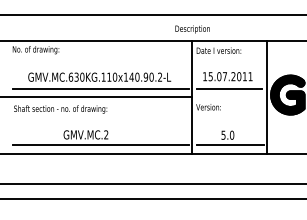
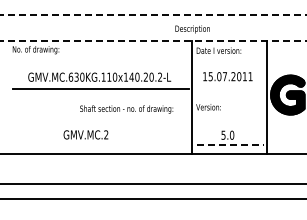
line at (153, 15): solid -> dashed
line at (153, 40): solid -> dashed
text at (145, 76): GMV.MC.630KG.110x140.90.2-L -> GMV.MC.630KG.110x140.20.2-L
line at (229, 88): present -> none
line at (96, 97): present -> none
text at (60, 109) position: (60, 109) -> (126, 109)
line at (100, 145): present -> none
line at (230, 145): solid -> dashed
